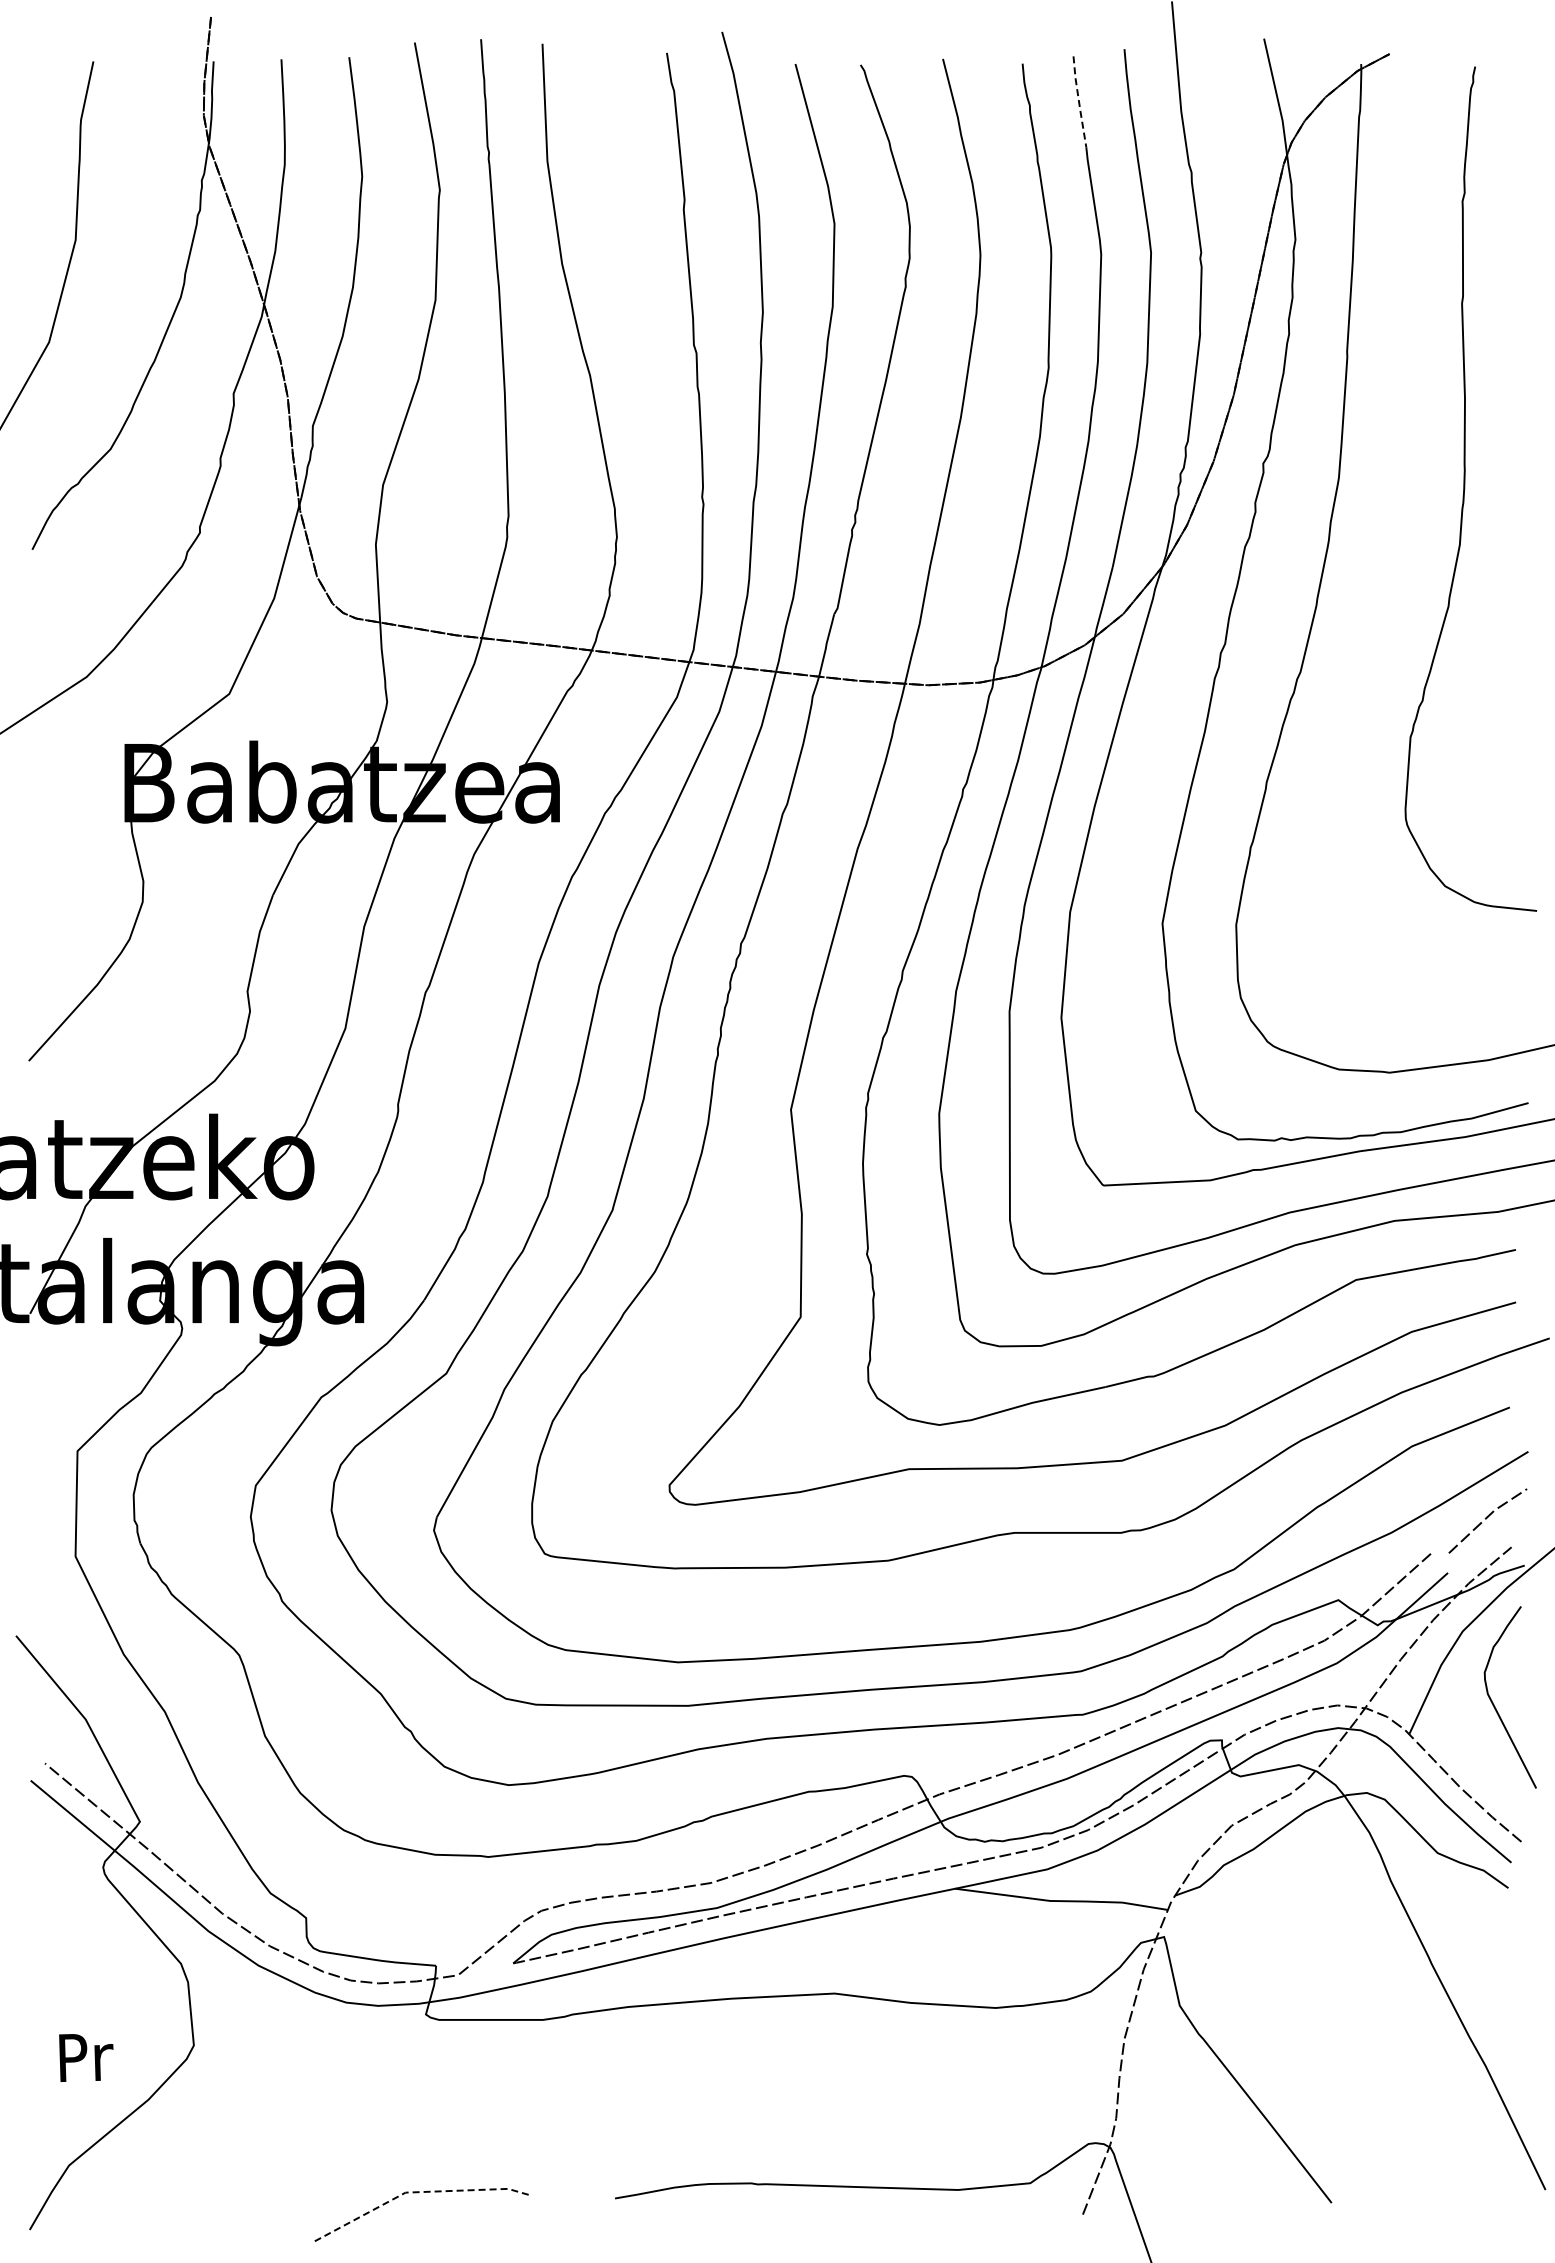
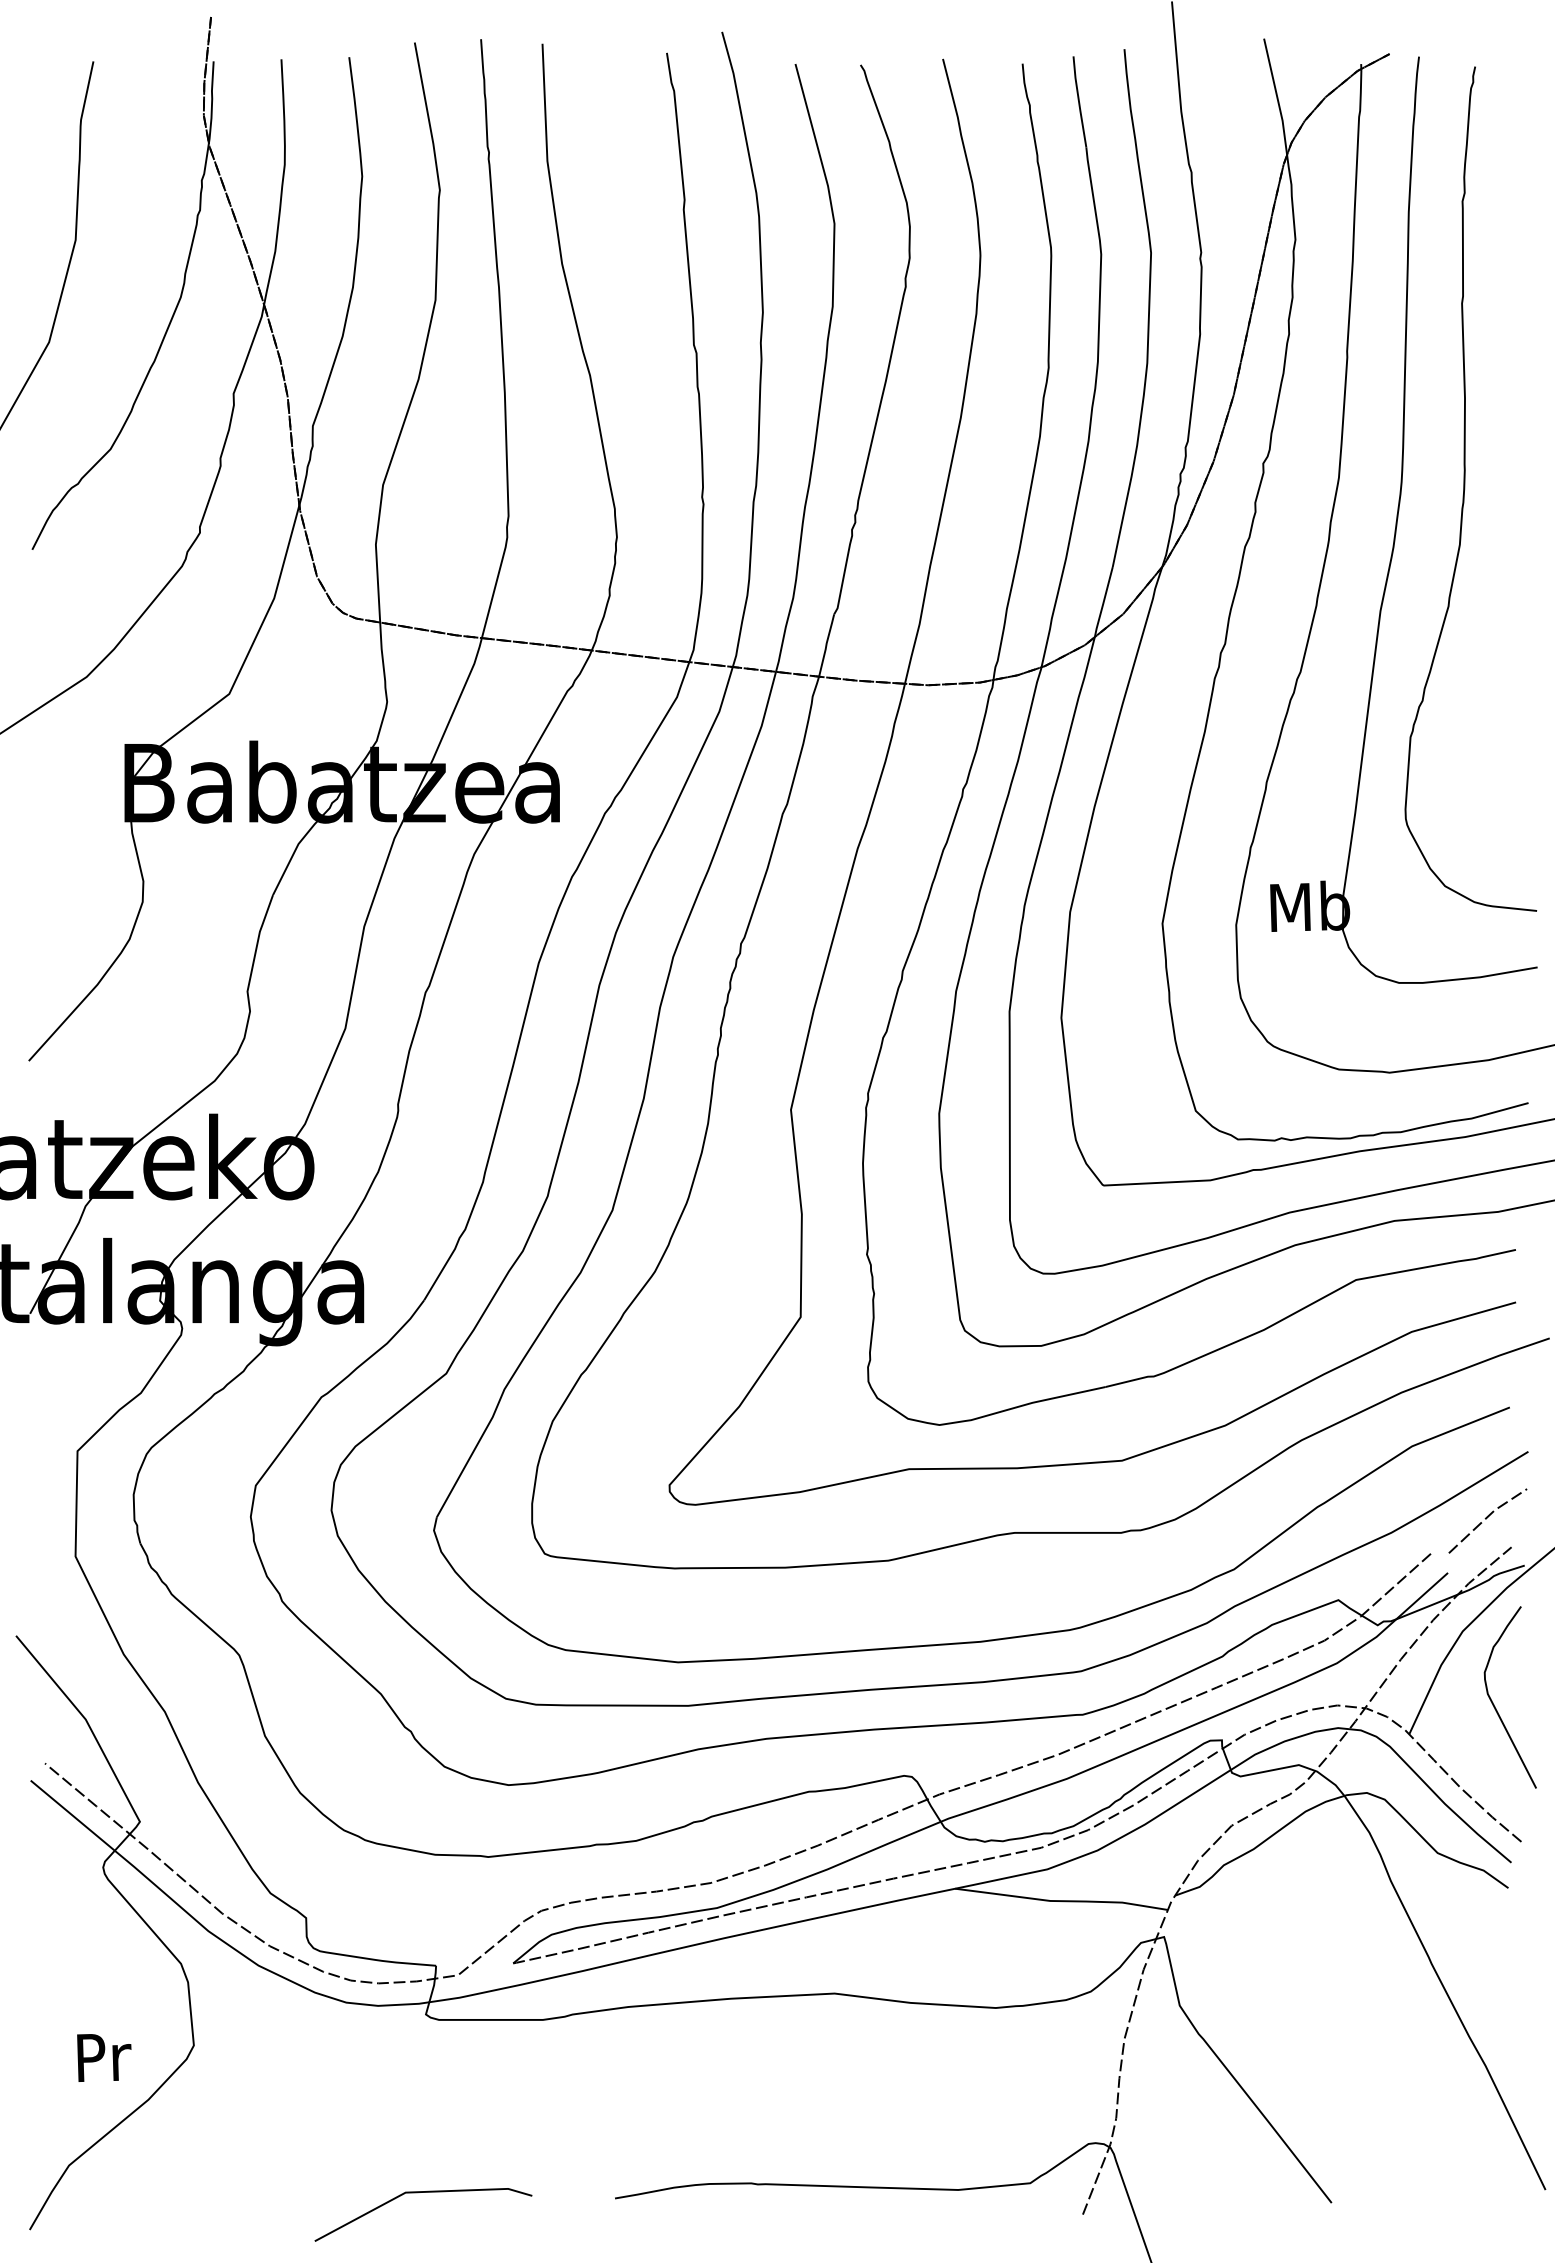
line at (1079, 102): dashed -> solid
part at (1403, 519): none -> present
text at (86, 2057) position: (86, 2057) -> (104, 2057)
line at (418, 2192): dashed -> solid
